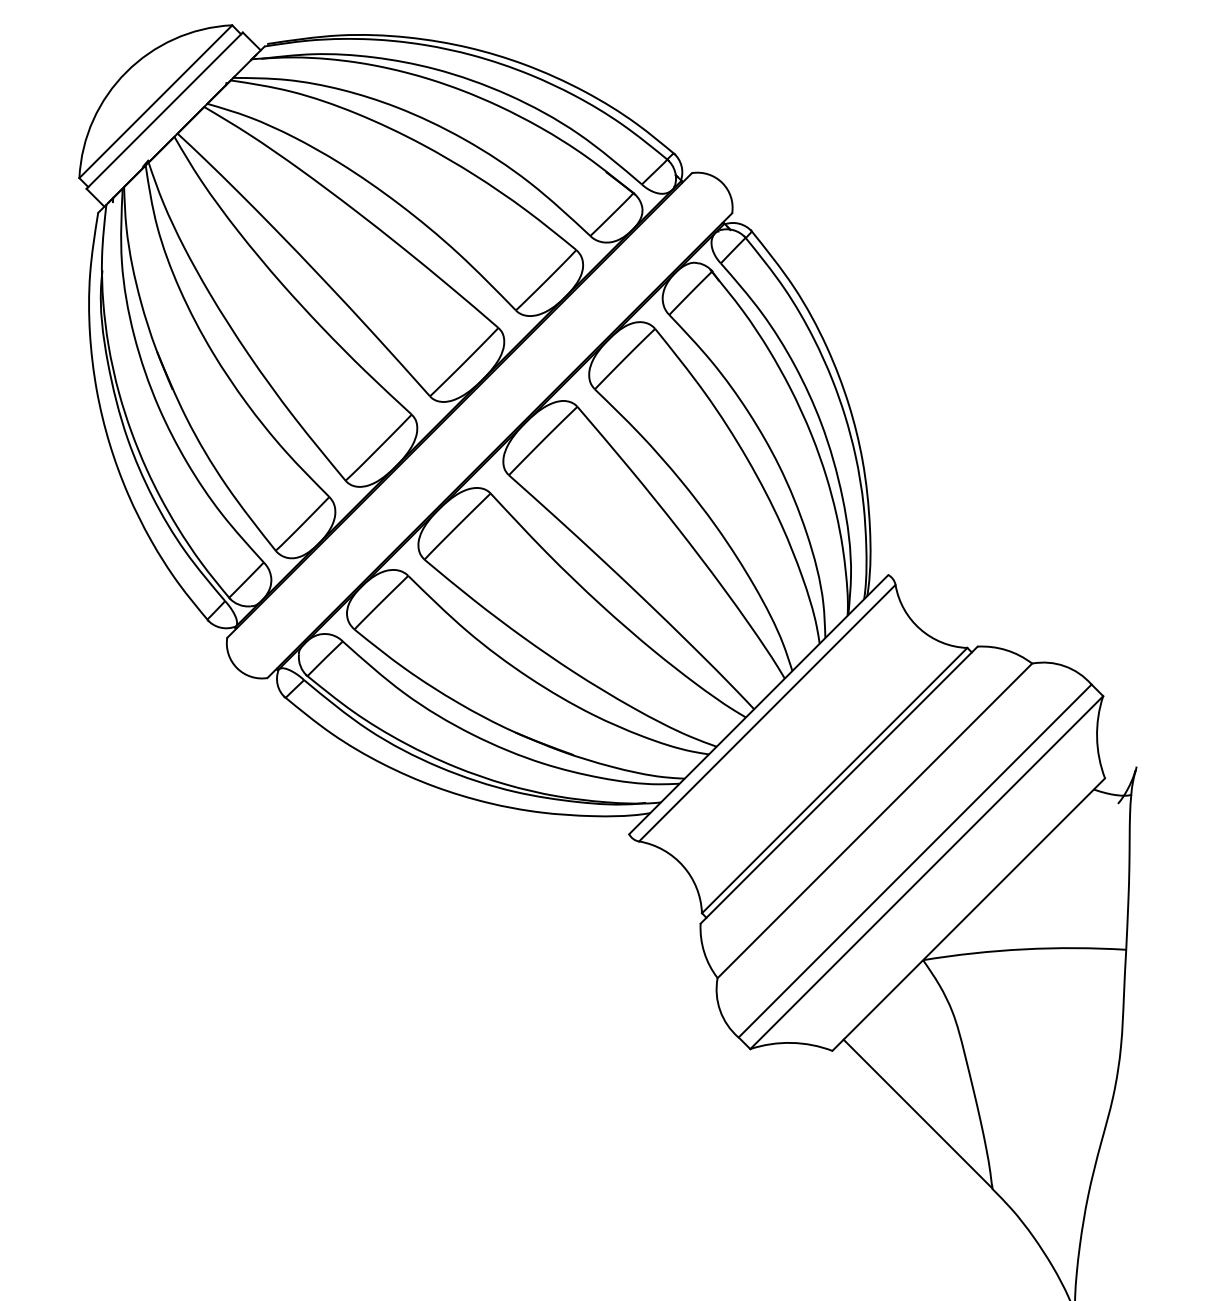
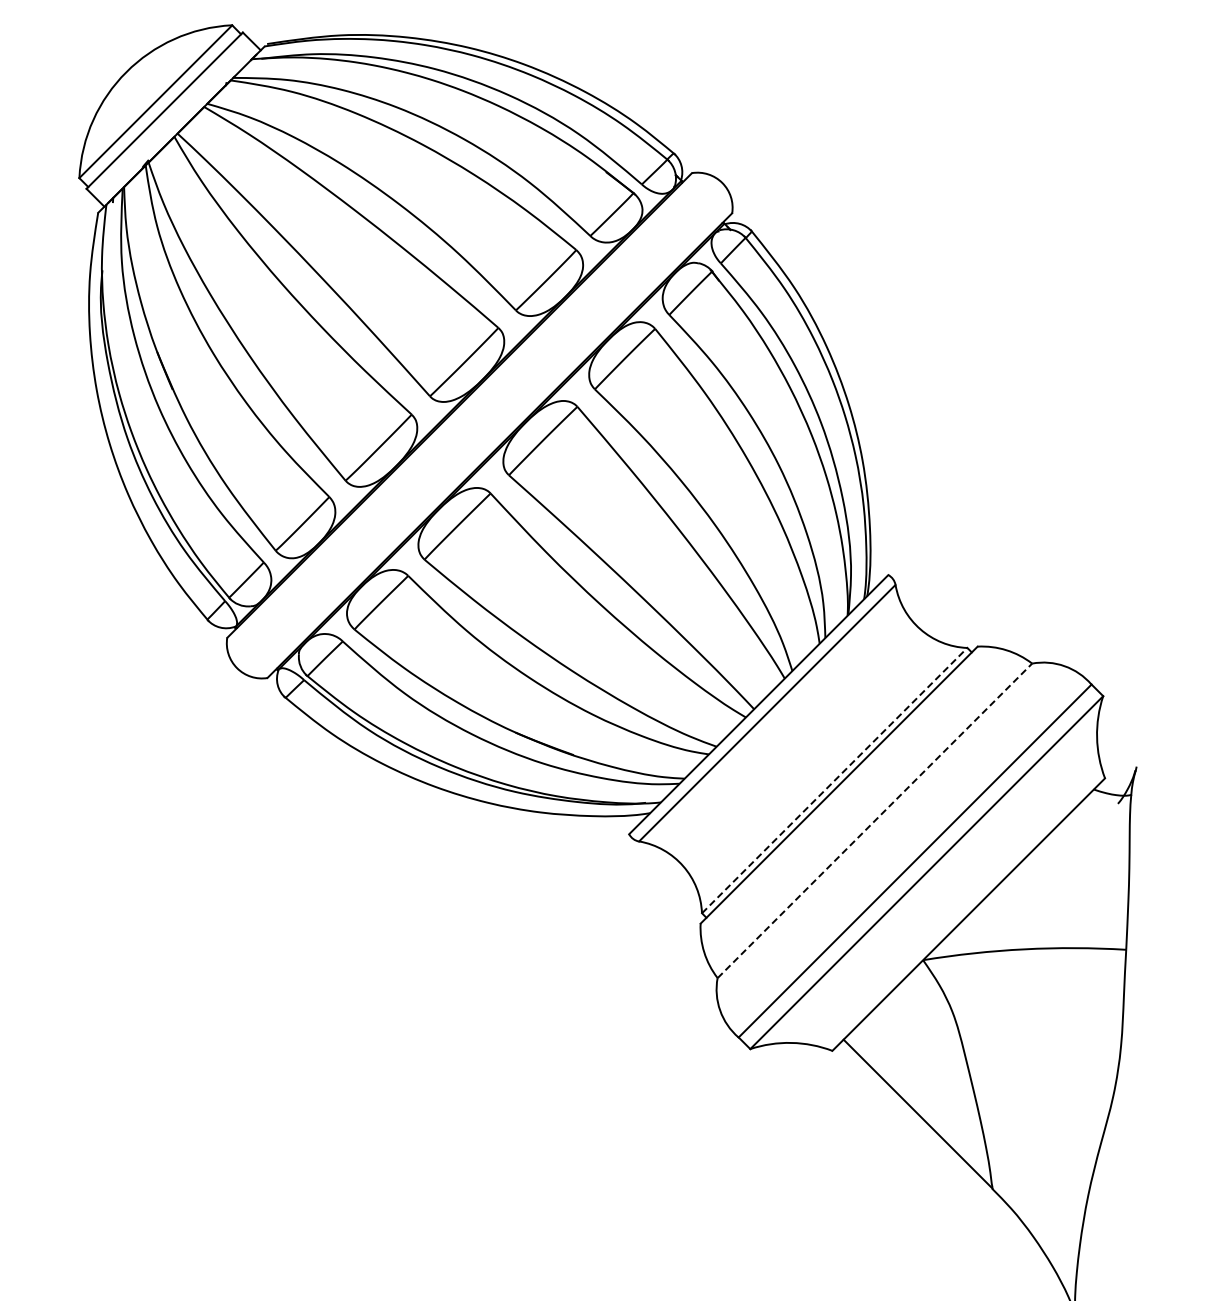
line at (834, 780): solid -> dashed
line at (875, 820): solid -> dashed
